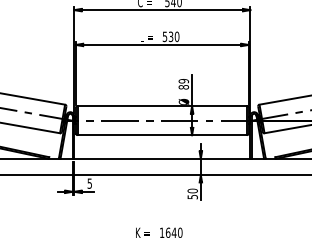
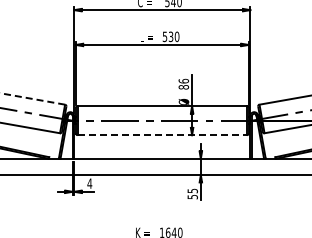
text at (183, 80): 89 -> 86
line at (32, 98): solid -> dashed
line at (162, 135): solid -> dashed
text at (89, 183): 5 -> 4
text at (192, 190): 50 -> 55
